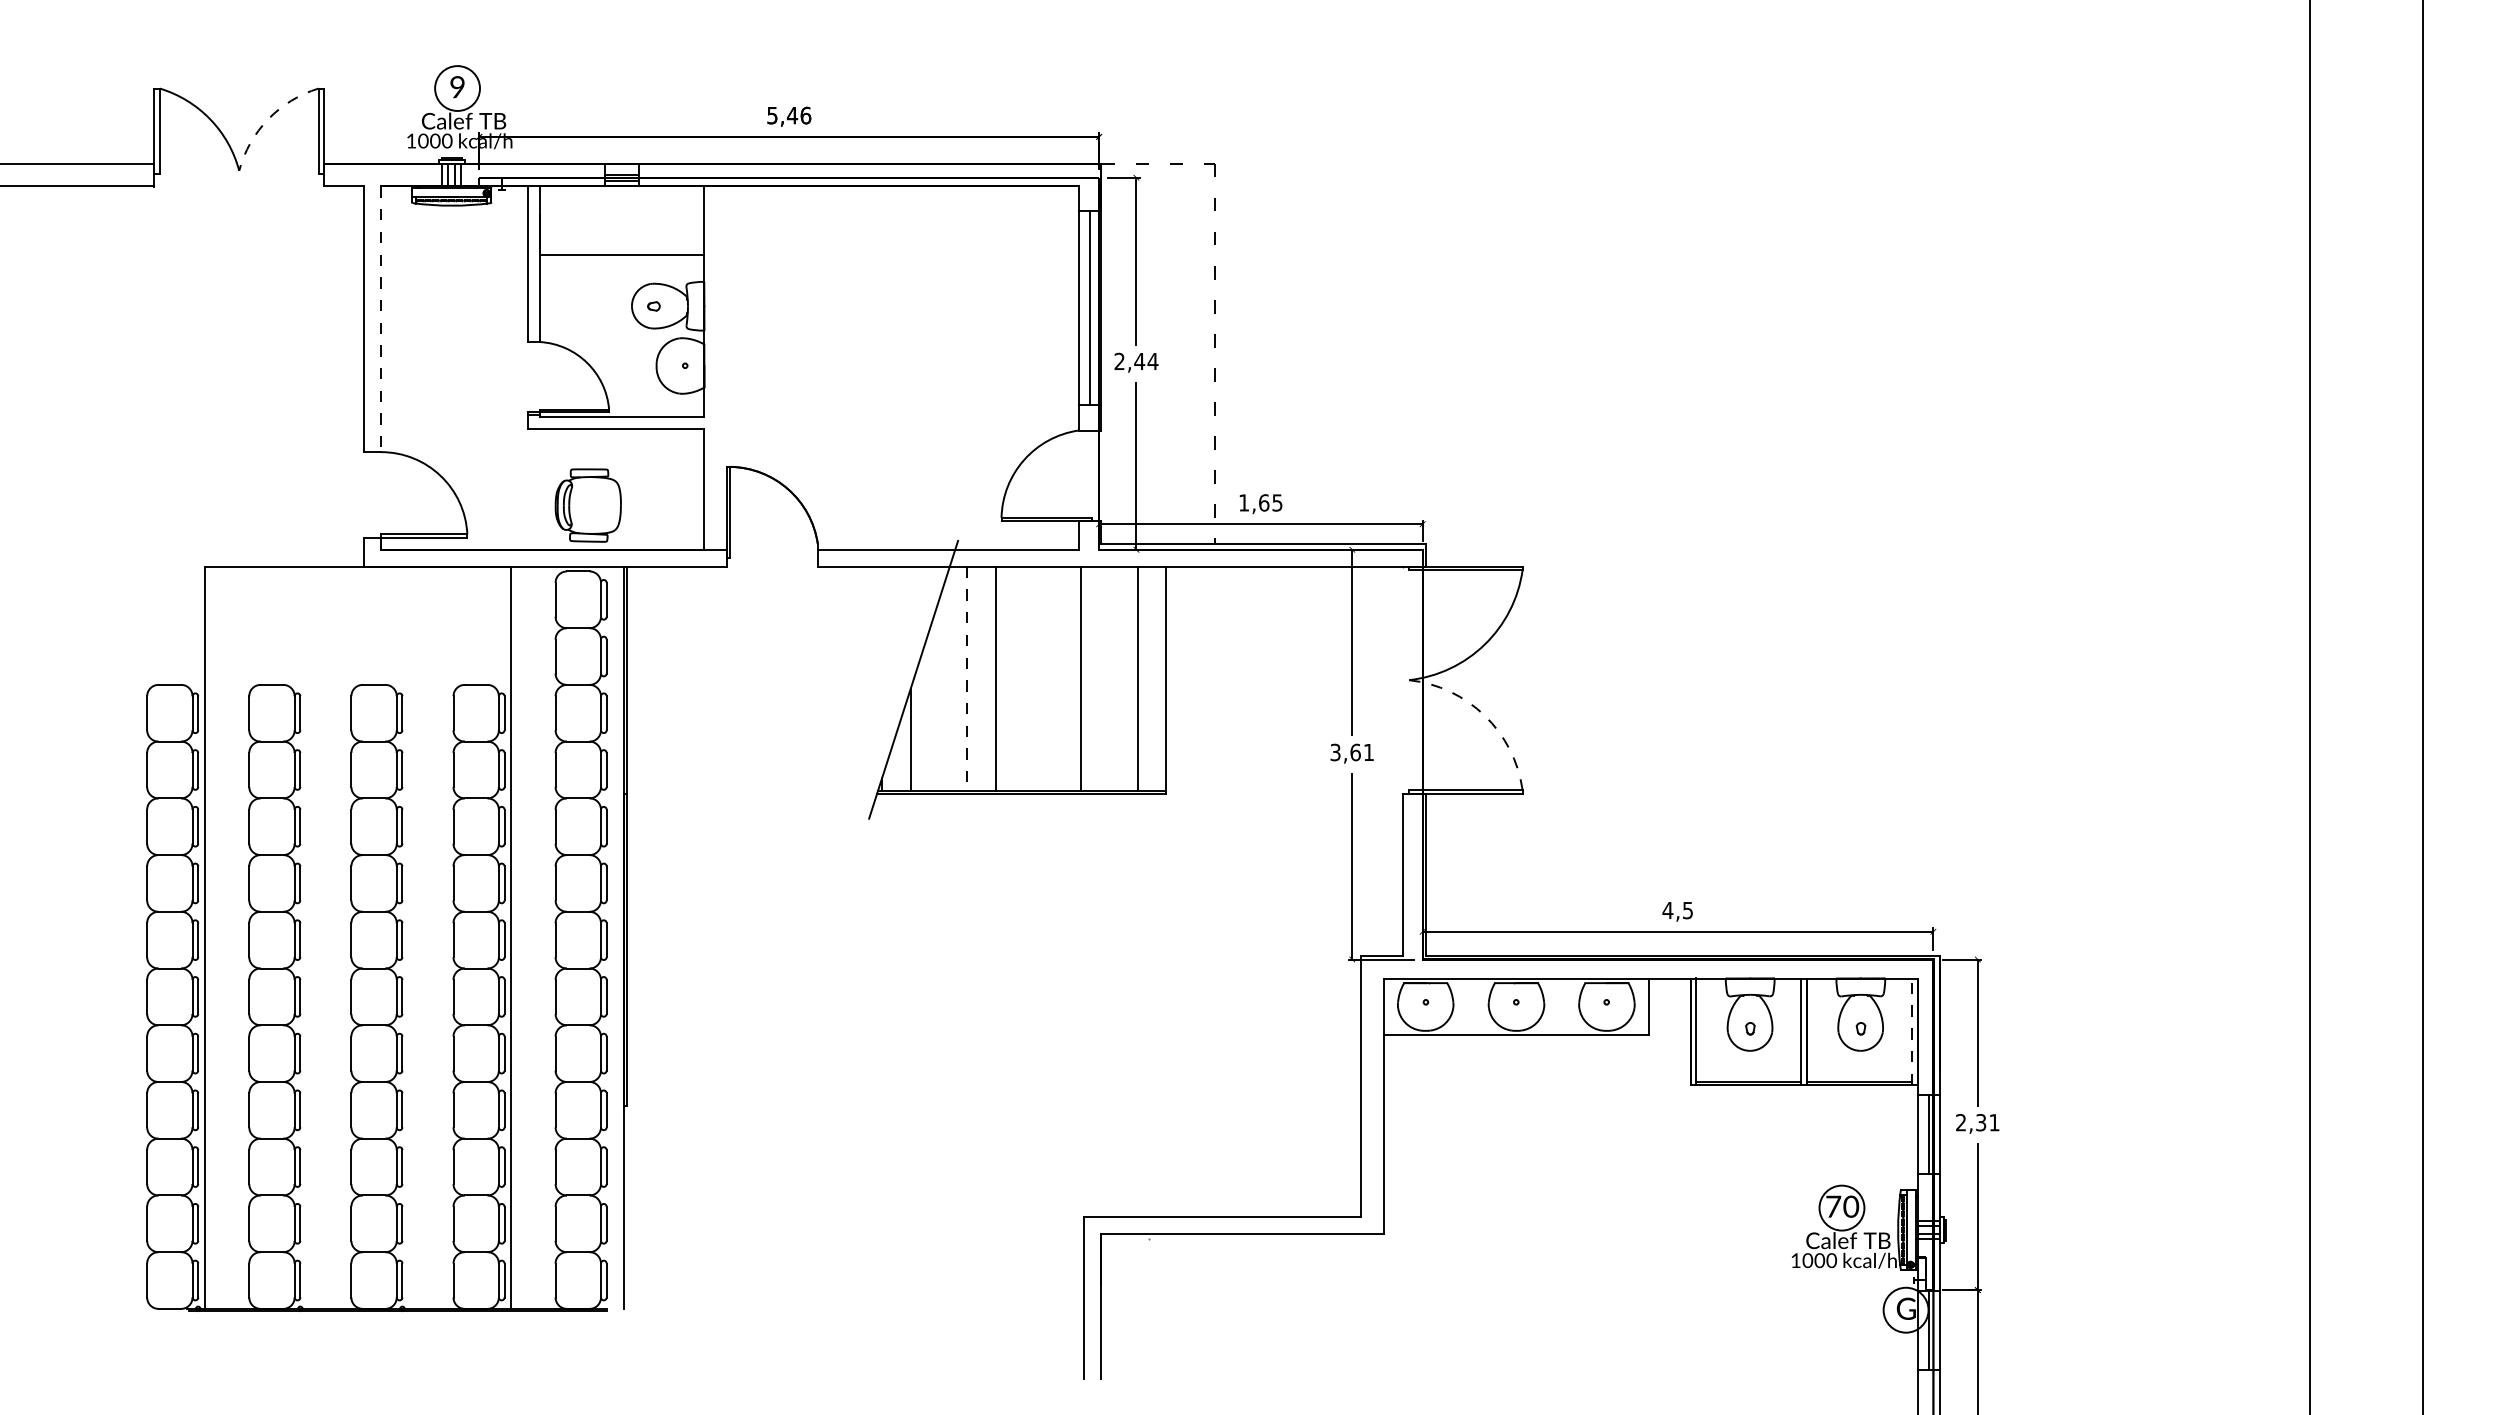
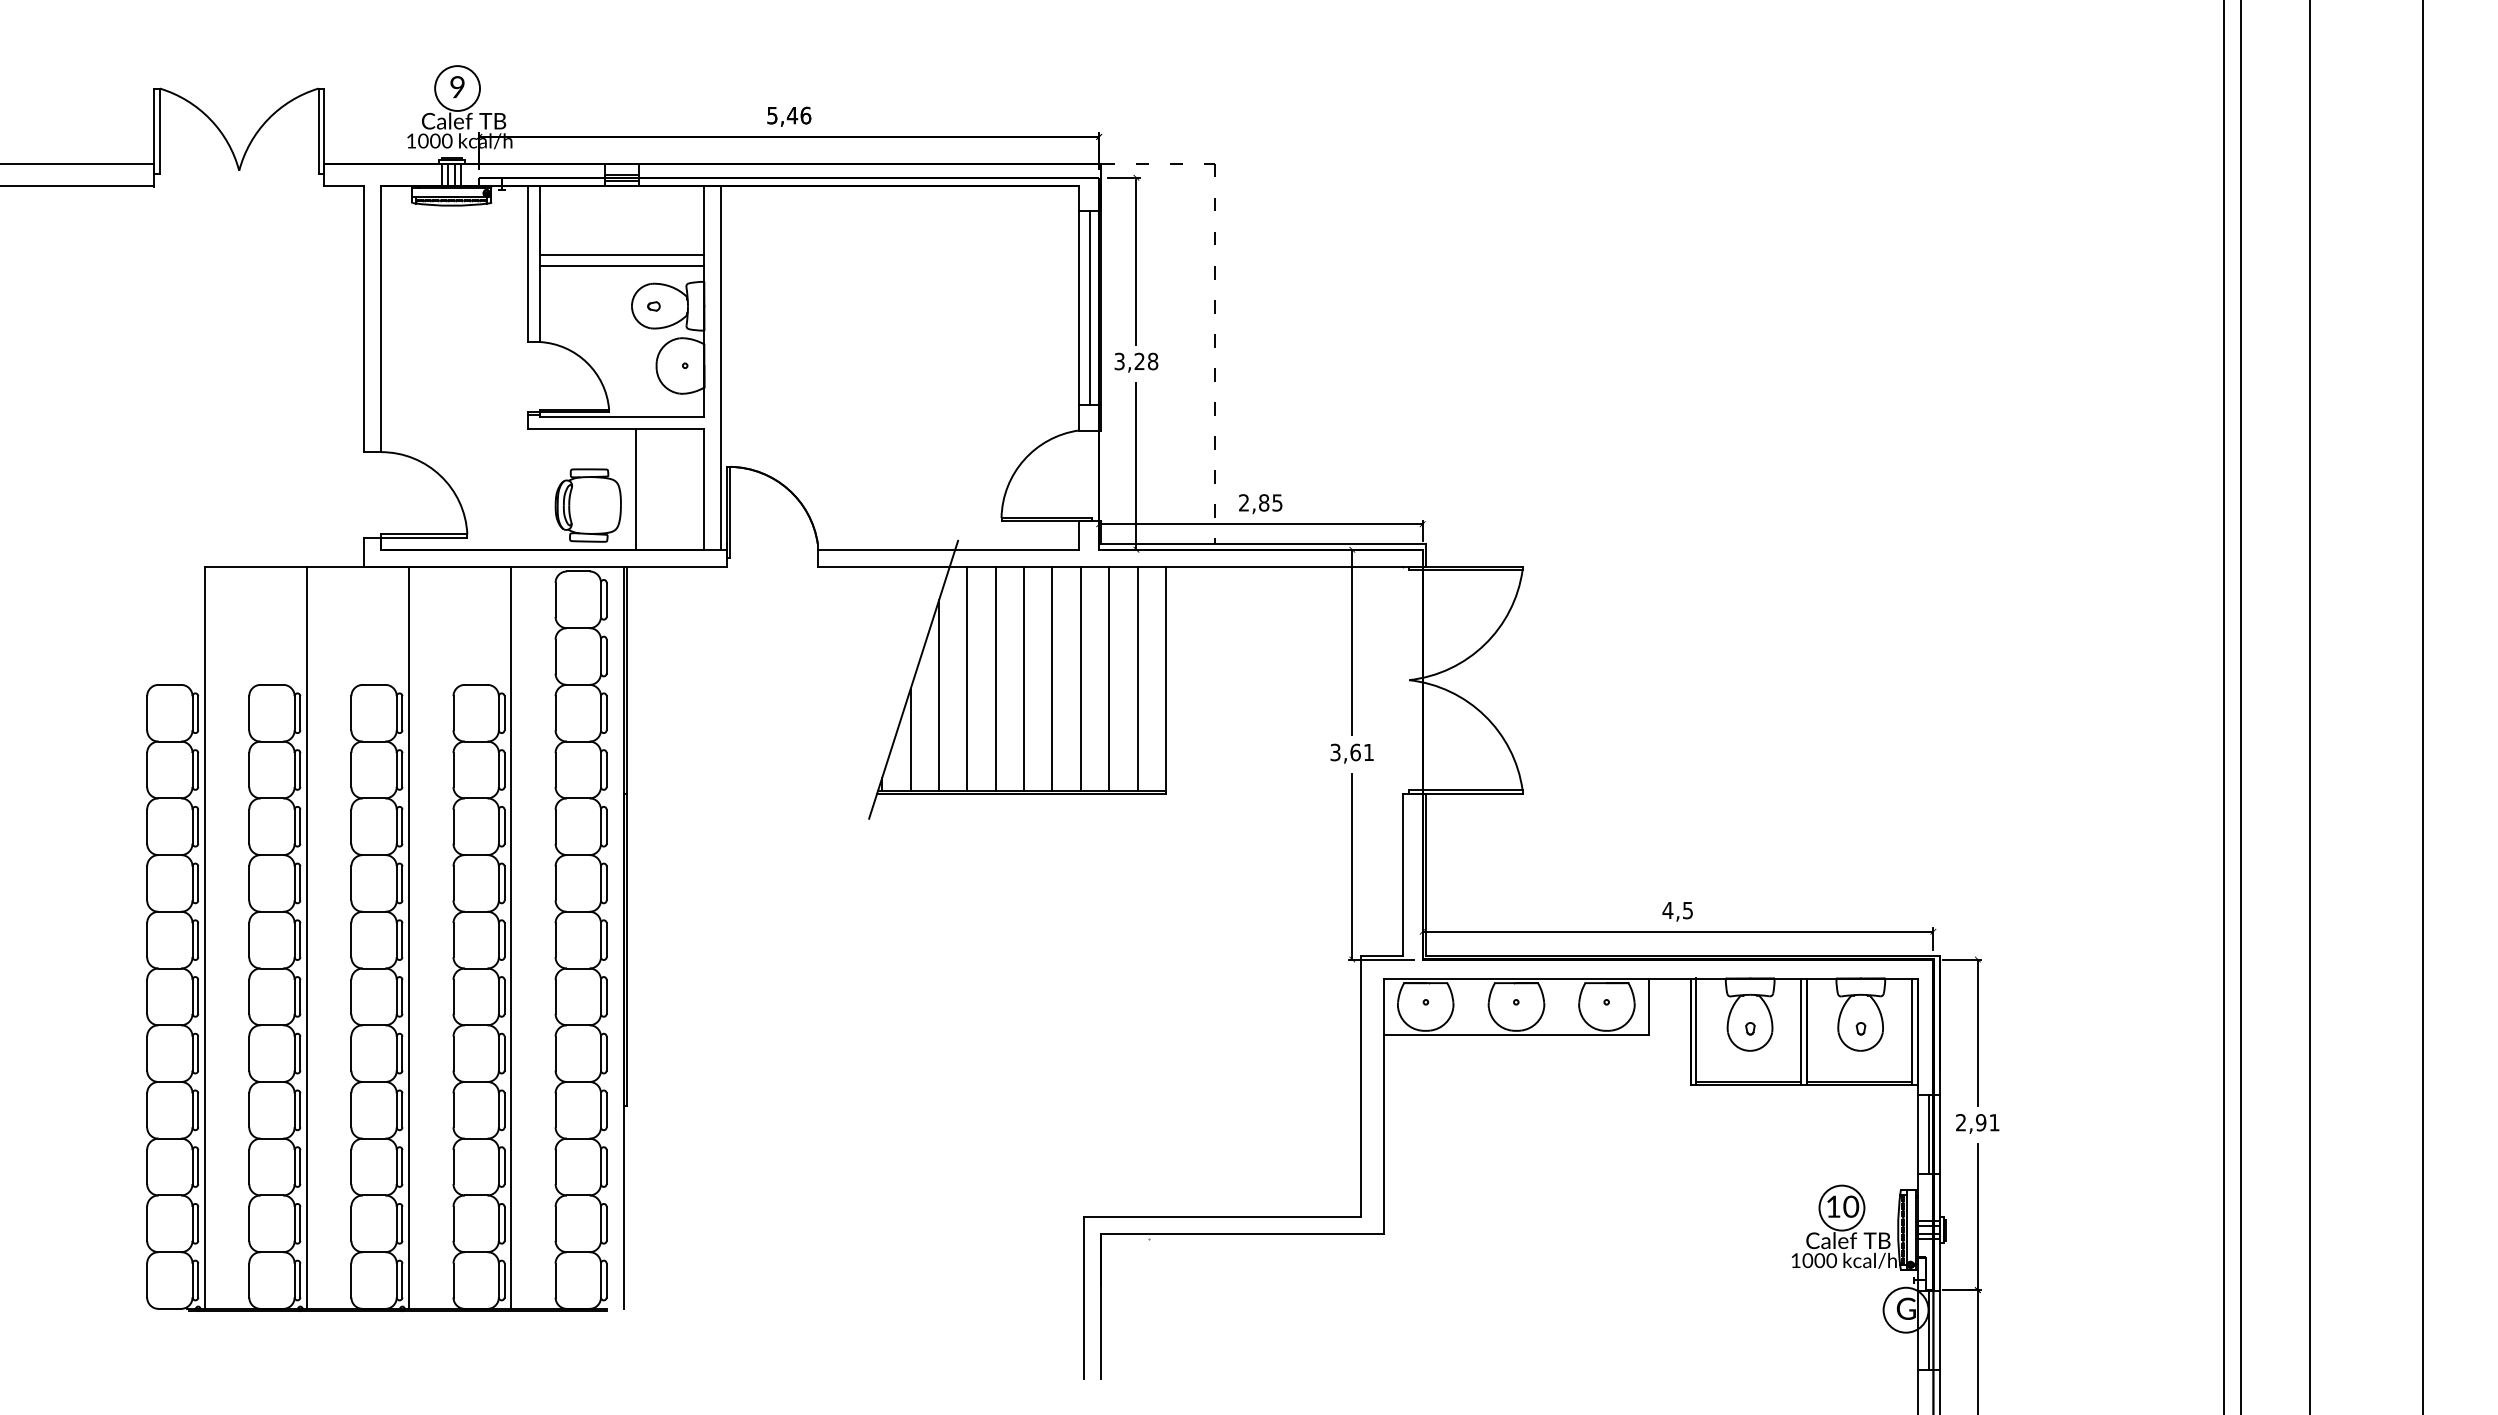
arc at (268, 119): dashed -> solid
line at (621, 265): none -> present
line at (381, 319): dashed -> solid
text at (1136, 361): 2,44 -> 3,28
line at (721, 367): none -> present
line at (636, 488): none -> present
text at (1254, 502): 1,65 -> 2,85
line at (1024, 678): none -> present
line at (1052, 678): none -> present
line at (1109, 678): none -> present
line at (967, 679): dashed -> solid
line at (939, 695): none -> present
line at (2223, 706): none -> present
line at (2240, 706): none -> present
arc at (1484, 715): dashed -> solid
line at (307, 937): none -> present
line at (409, 937): none -> present
line at (1911, 1031): dashed -> solid
text at (1980, 1122): 2,31 -> 2,91
text at (1833, 1206): 70 -> 10
